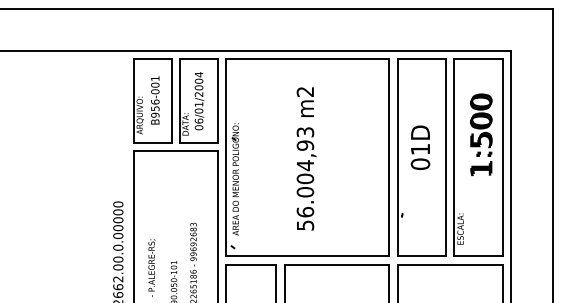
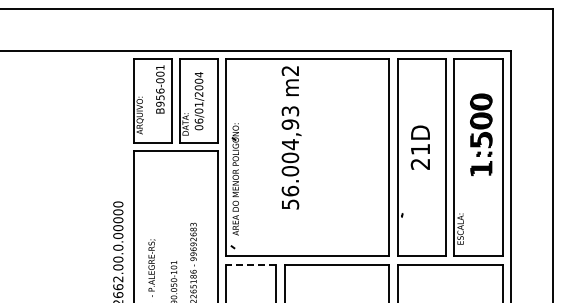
text at (155, 100) position: (155, 100) -> (160, 89)
text at (306, 158) position: (306, 158) -> (291, 137)
text at (420, 163): 01D -> 21D
line at (250, 264): solid -> dashed
